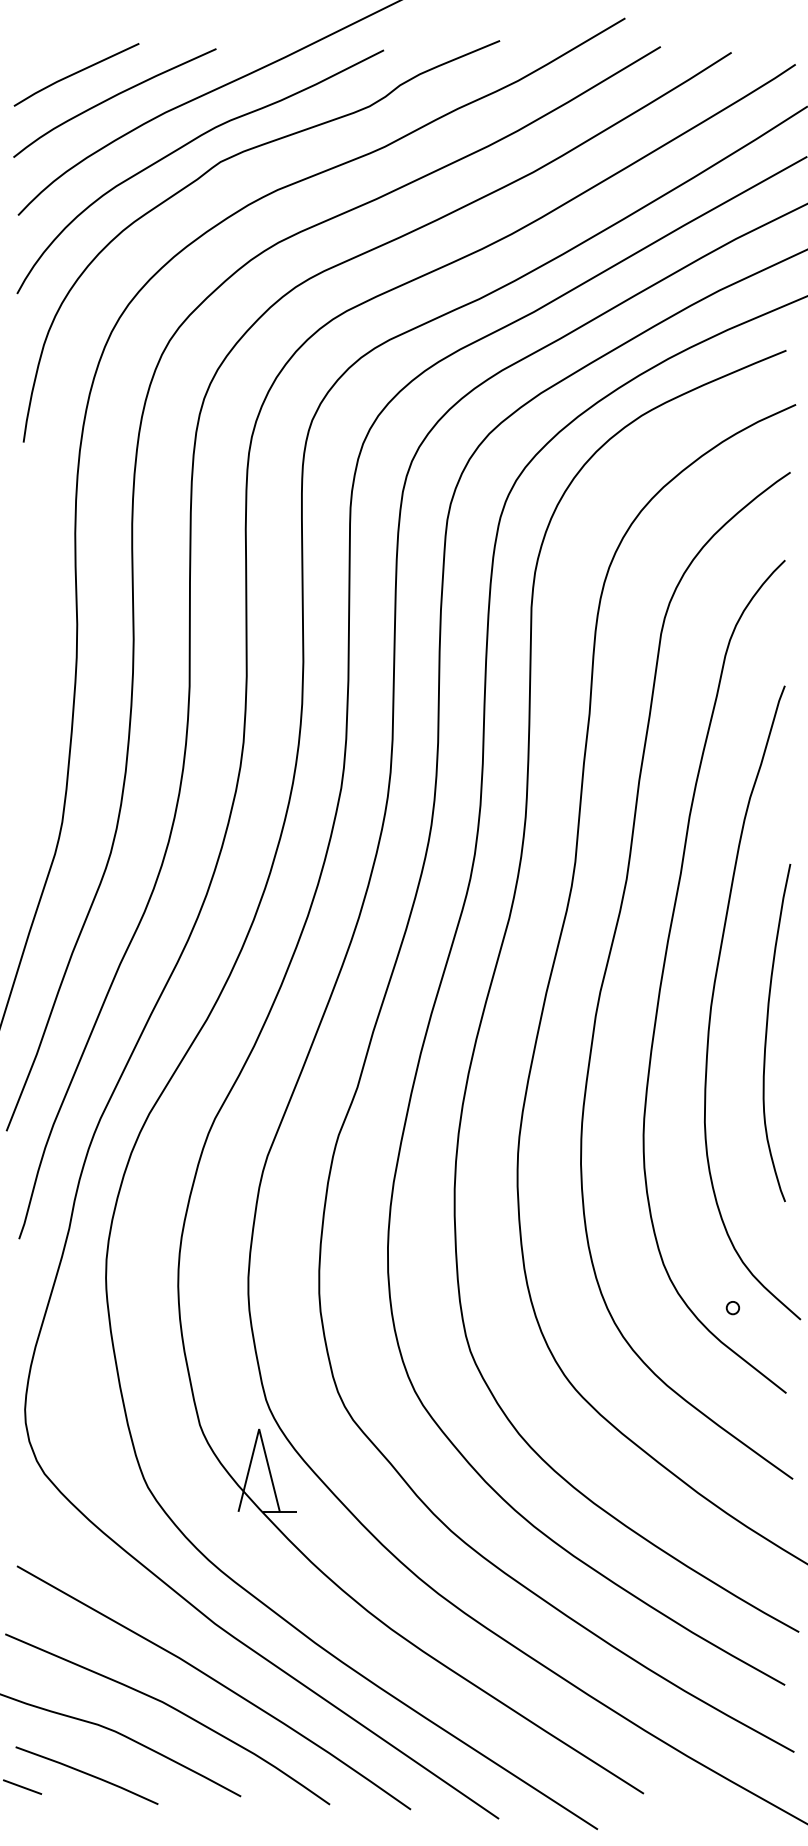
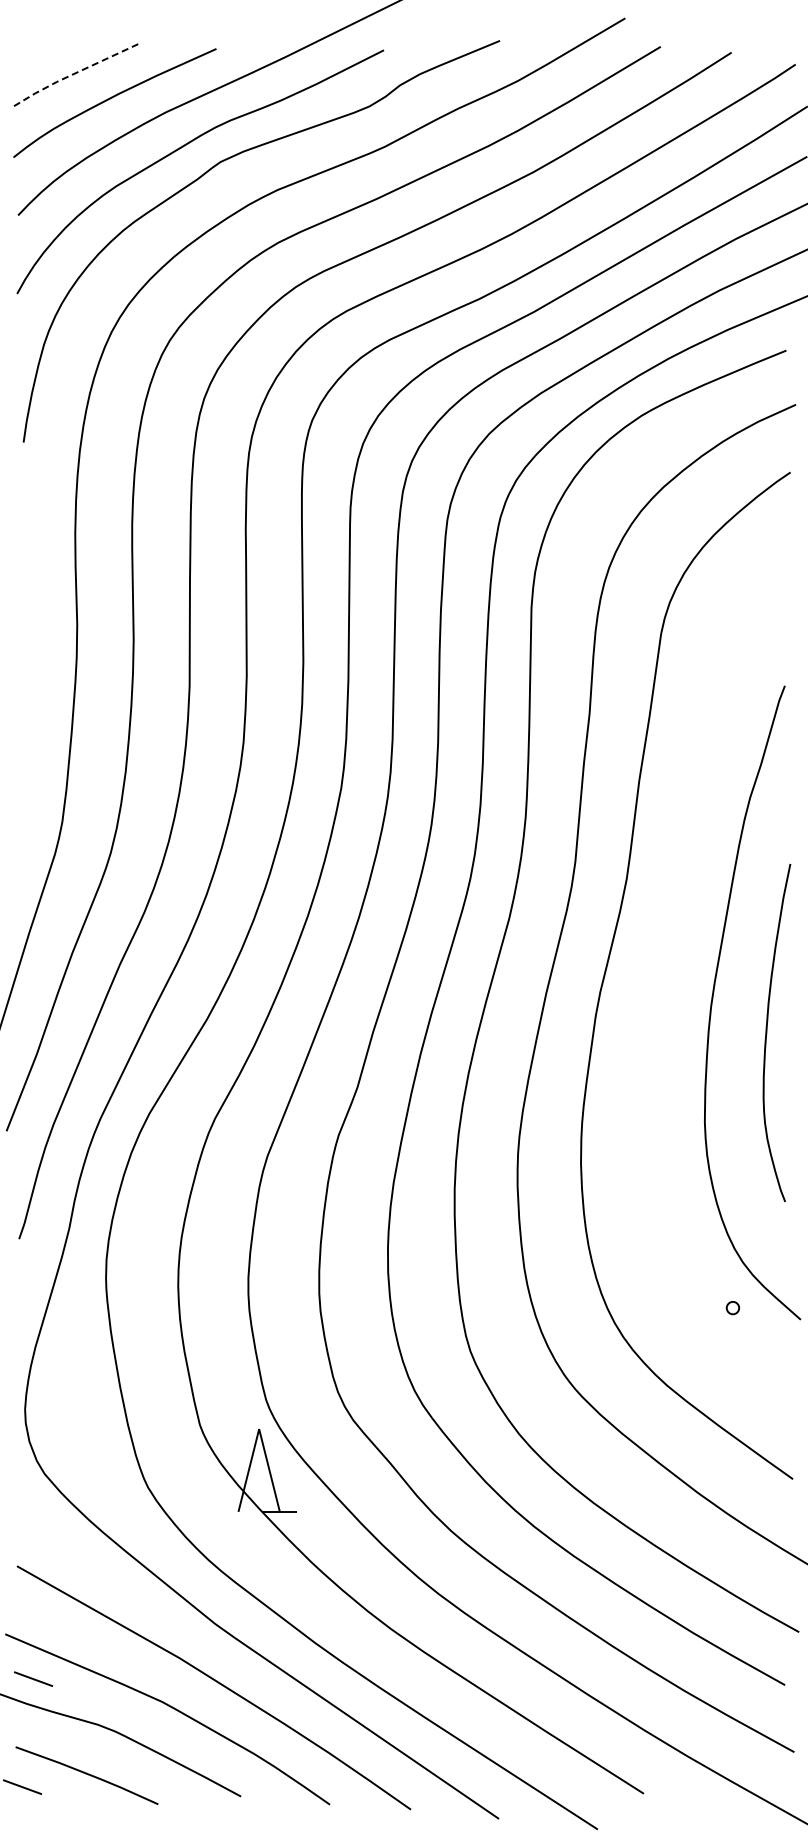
line at (75, 73): solid -> dashed
curve at (664, 970): present -> none
line at (33, 1678): none -> present
